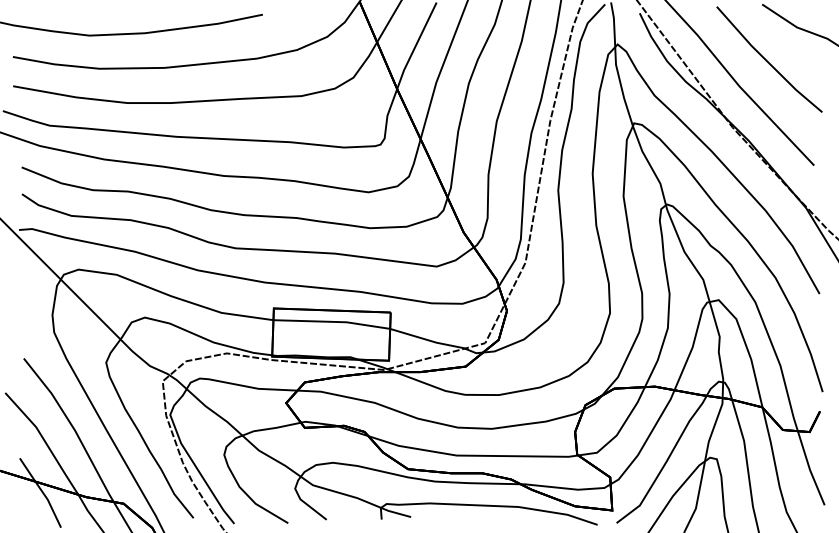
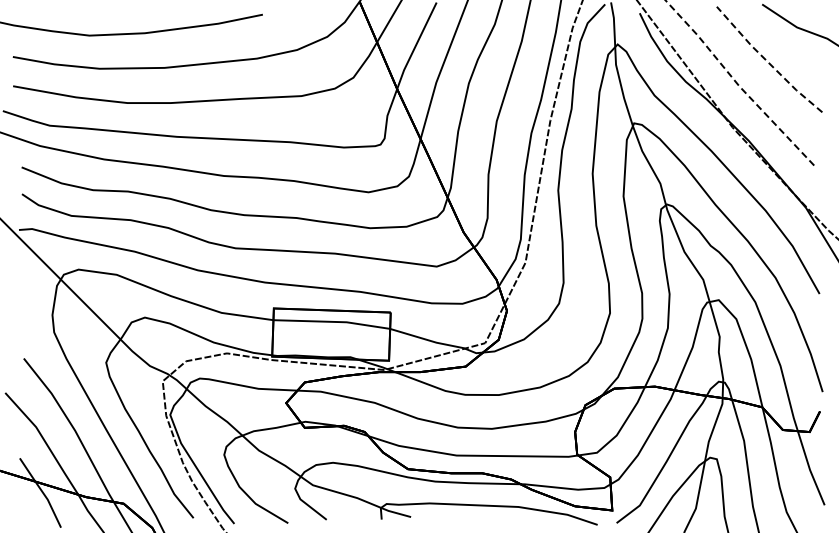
line at (767, 61): solid -> dashed
line at (737, 84): solid -> dashed
